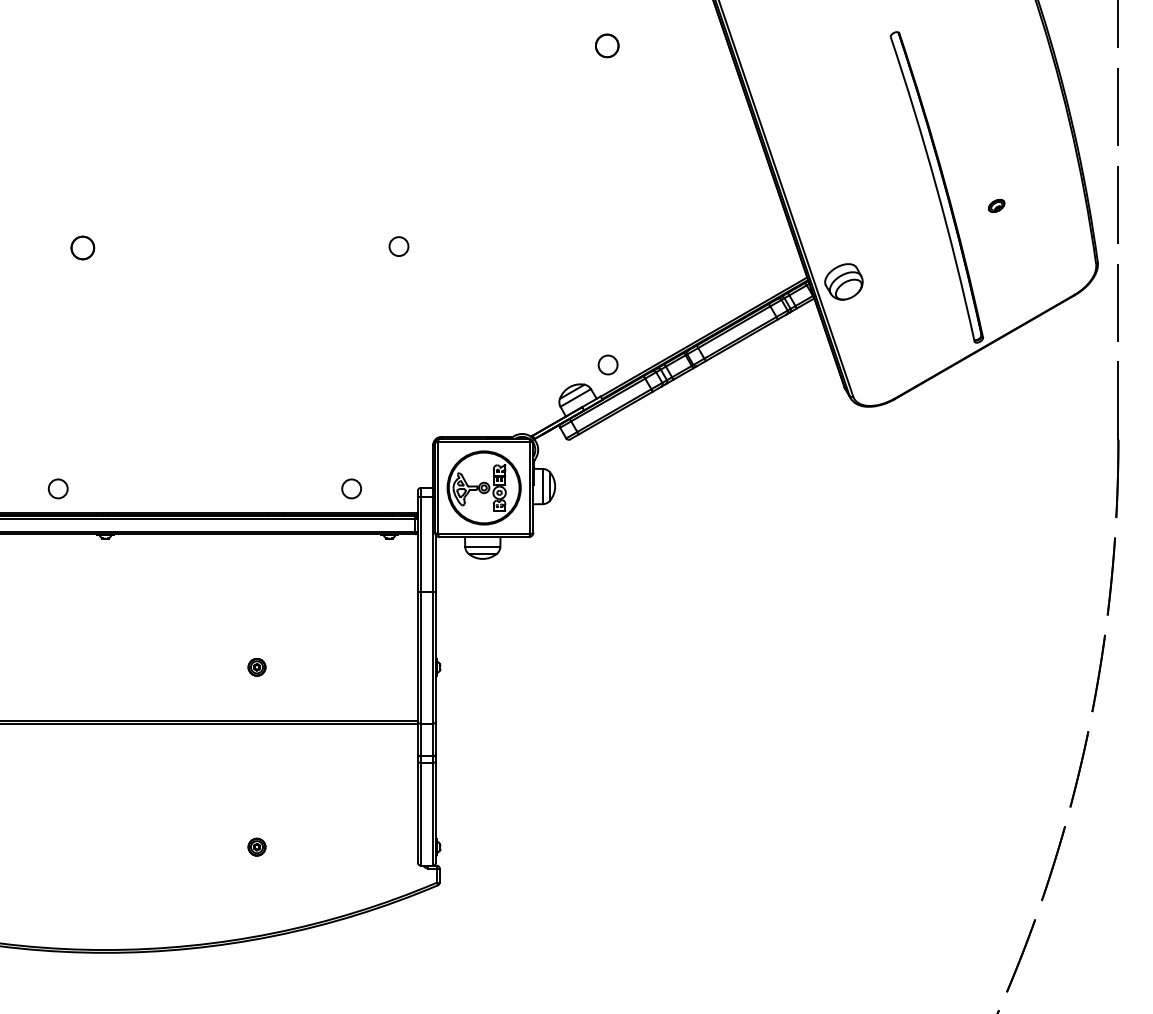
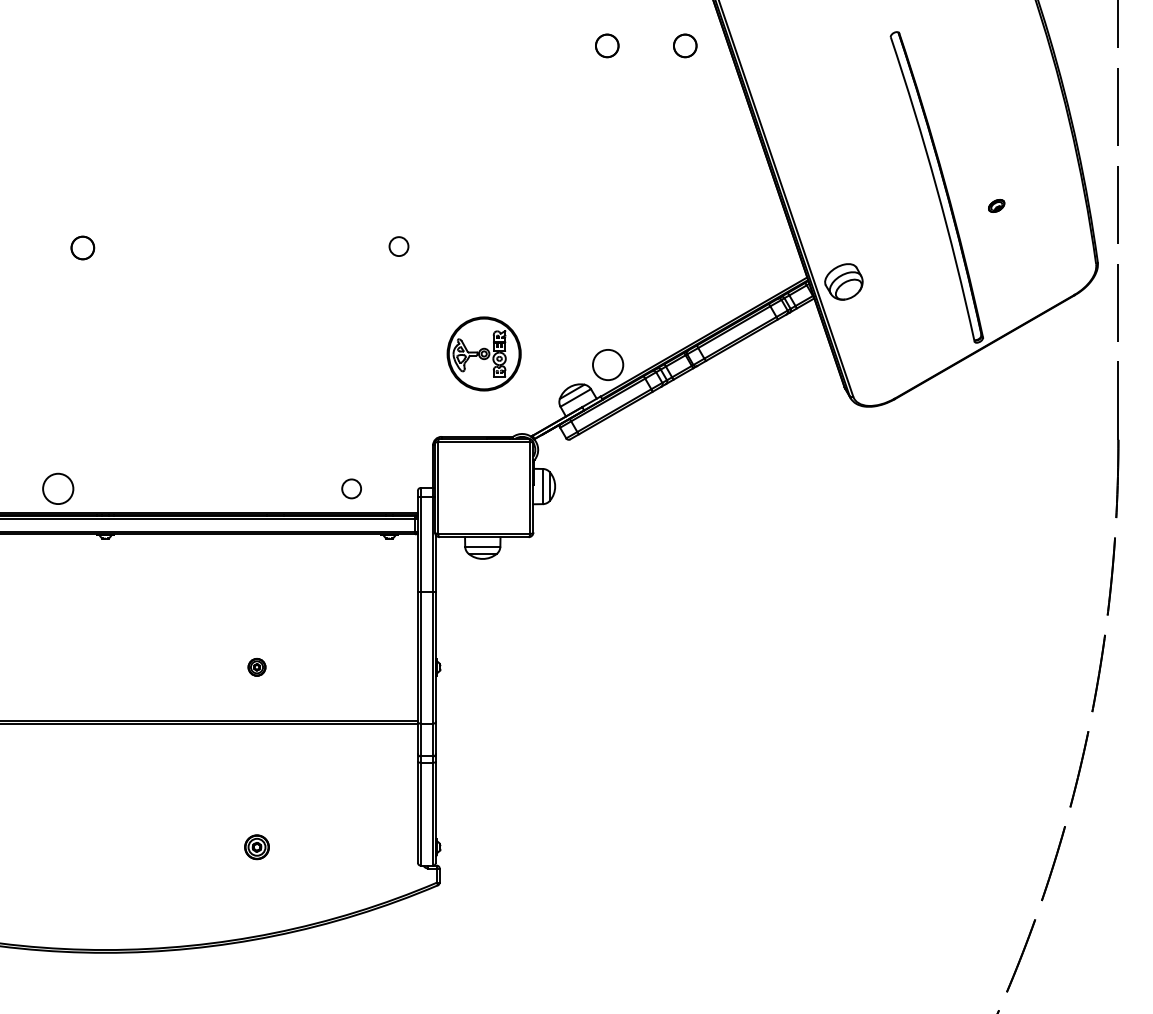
part at (685, 45): none -> present
circle at (607, 364) diameter: 19 px -> 30 px
part at (483, 487) position: (483, 487) -> (483, 353)
circle at (57, 488) diameter: 19 px -> 30 px
part at (256, 846) size: 20x20 px -> 26x27 px
